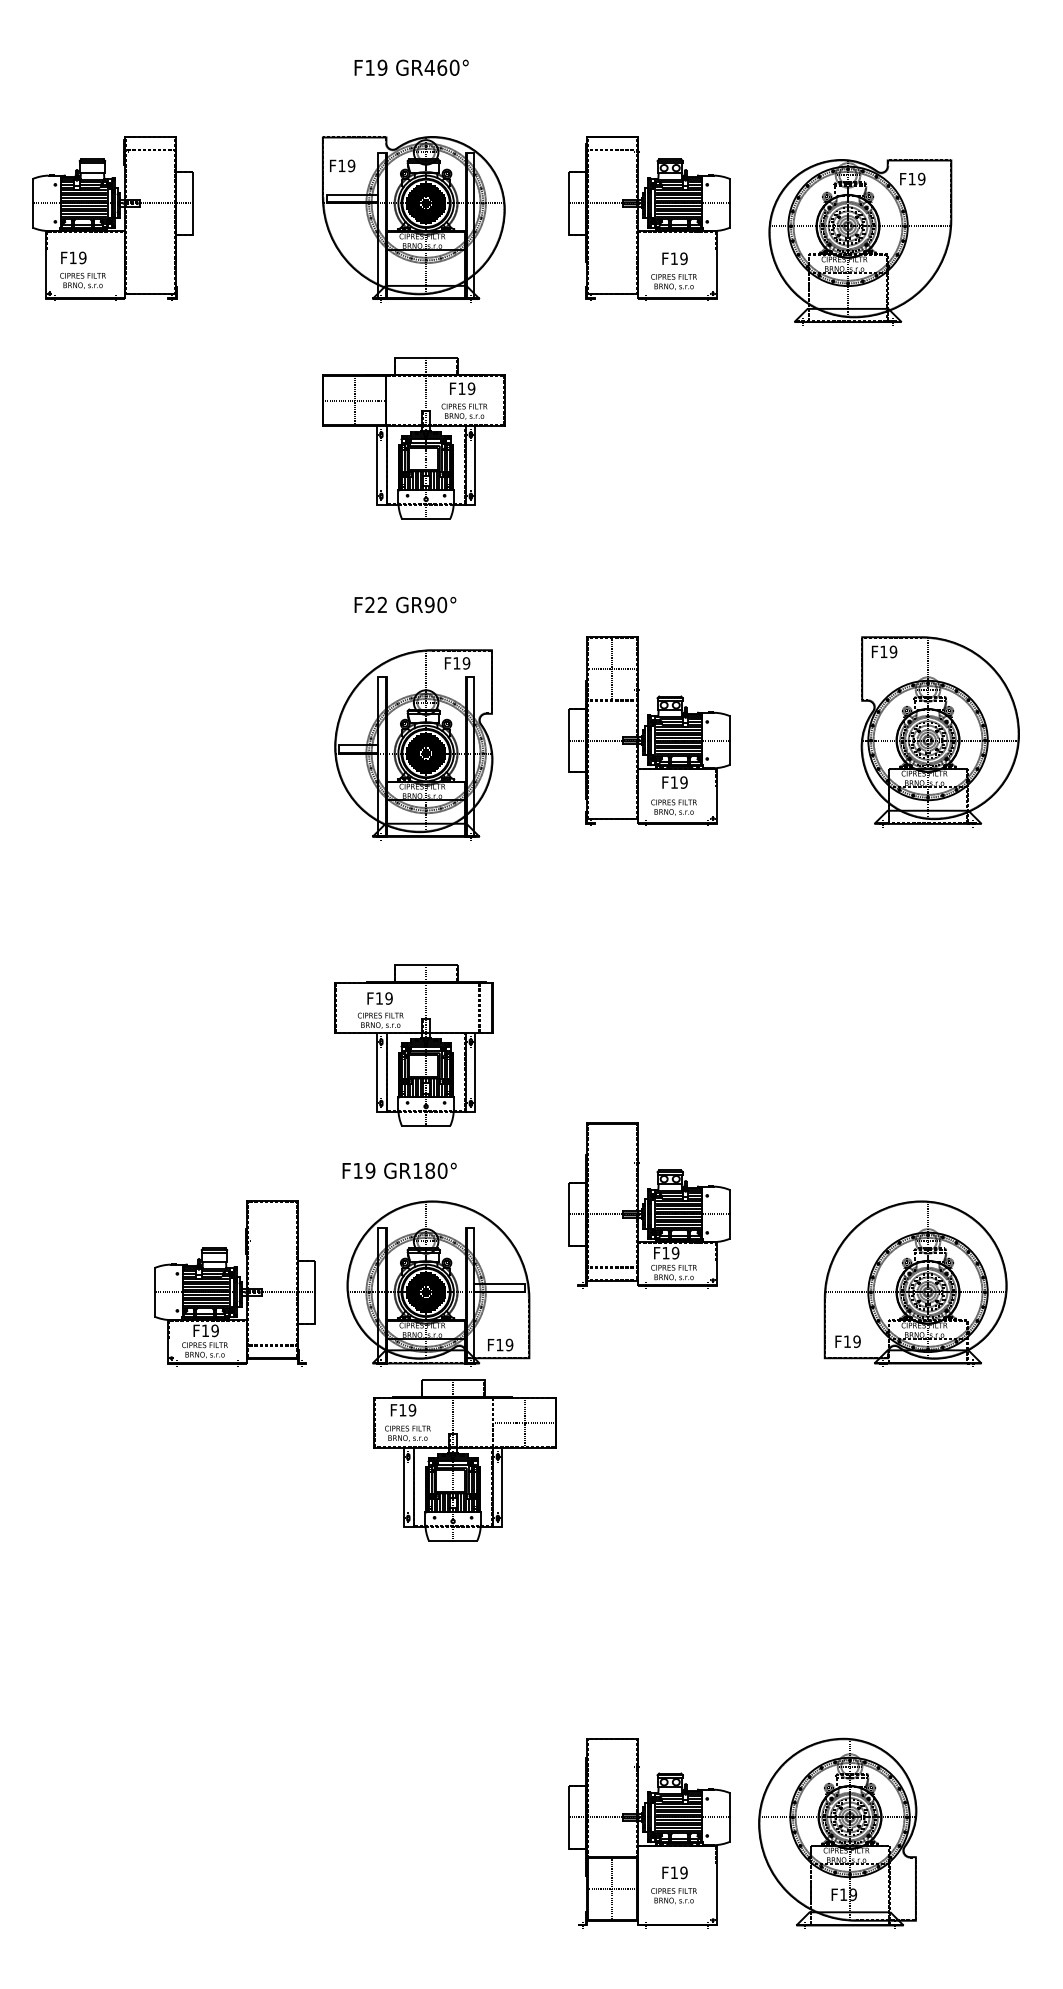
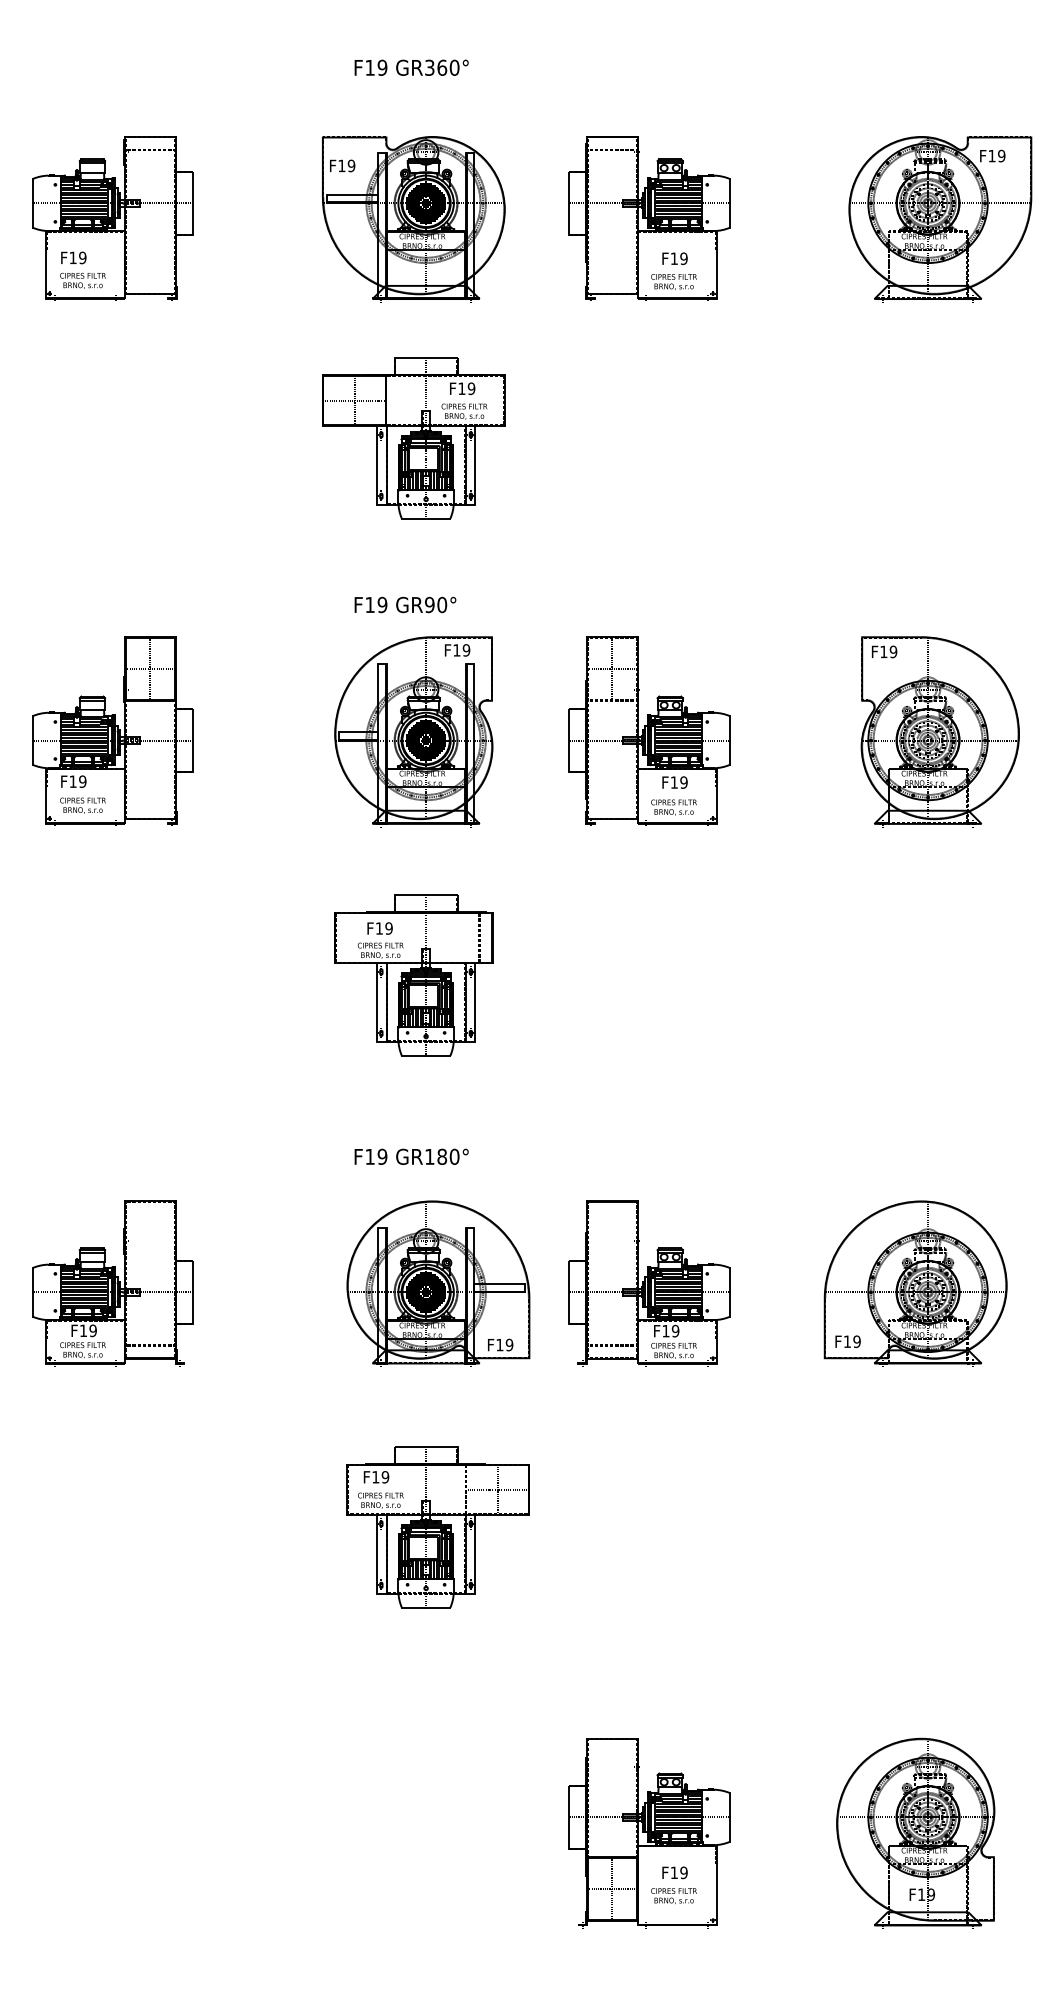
text at (429, 67): GR460° -> GR360°
part at (860, 242) position: (860, 242) -> (940, 219)
text at (376, 604): F22 -> F19
part at (112, 730): none -> present
part at (413, 744) position: (413, 744) -> (413, 731)
part at (413, 1045) position: (413, 1045) -> (413, 975)
text at (399, 1170) position: (399, 1170) -> (411, 1156)
part at (649, 1205) position: (649, 1205) -> (649, 1283)
part at (234, 1283) position: (234, 1283) -> (112, 1283)
part at (464, 1460) position: (464, 1460) -> (437, 1527)
part at (837, 1832) position: (837, 1832) -> (915, 1832)
